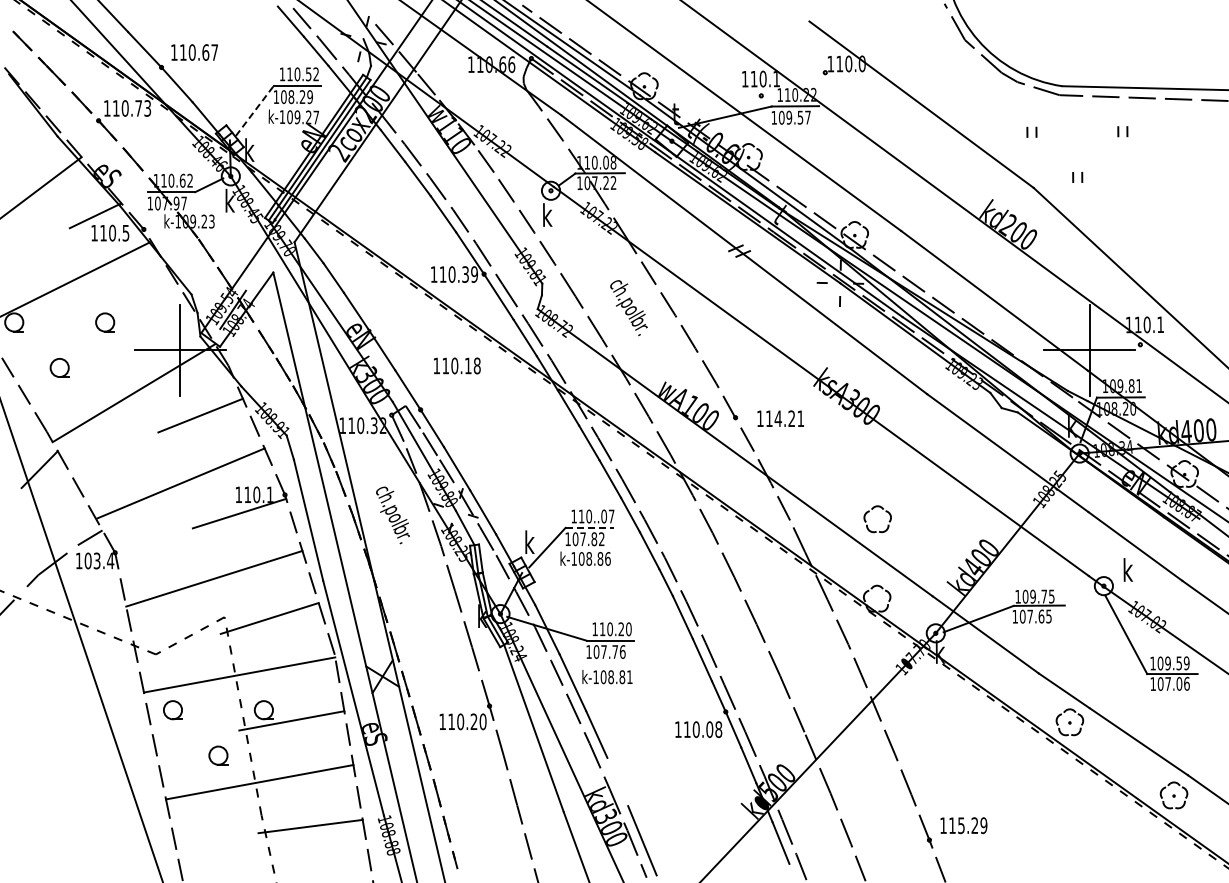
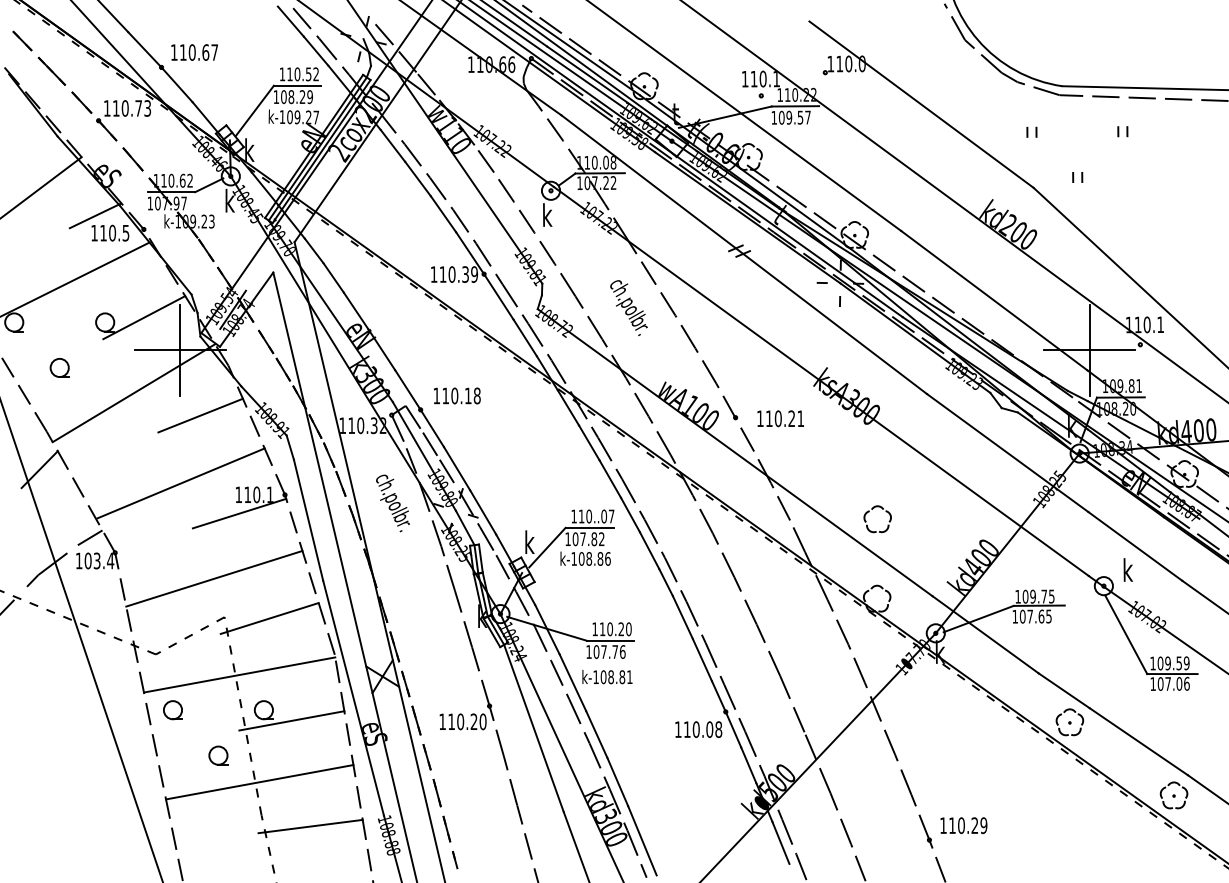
line at (254, 110): dashed -> solid
line at (144, 317): none -> present
text at (457, 365) position: (457, 365) -> (457, 395)
text at (778, 418): 114.21 -> 110.21
text at (392, 515) position: (392, 515) -> (392, 503)
line at (590, 527): dashed -> solid
line at (617, 781): none -> present
text at (961, 825): 115.29 -> 110.29
